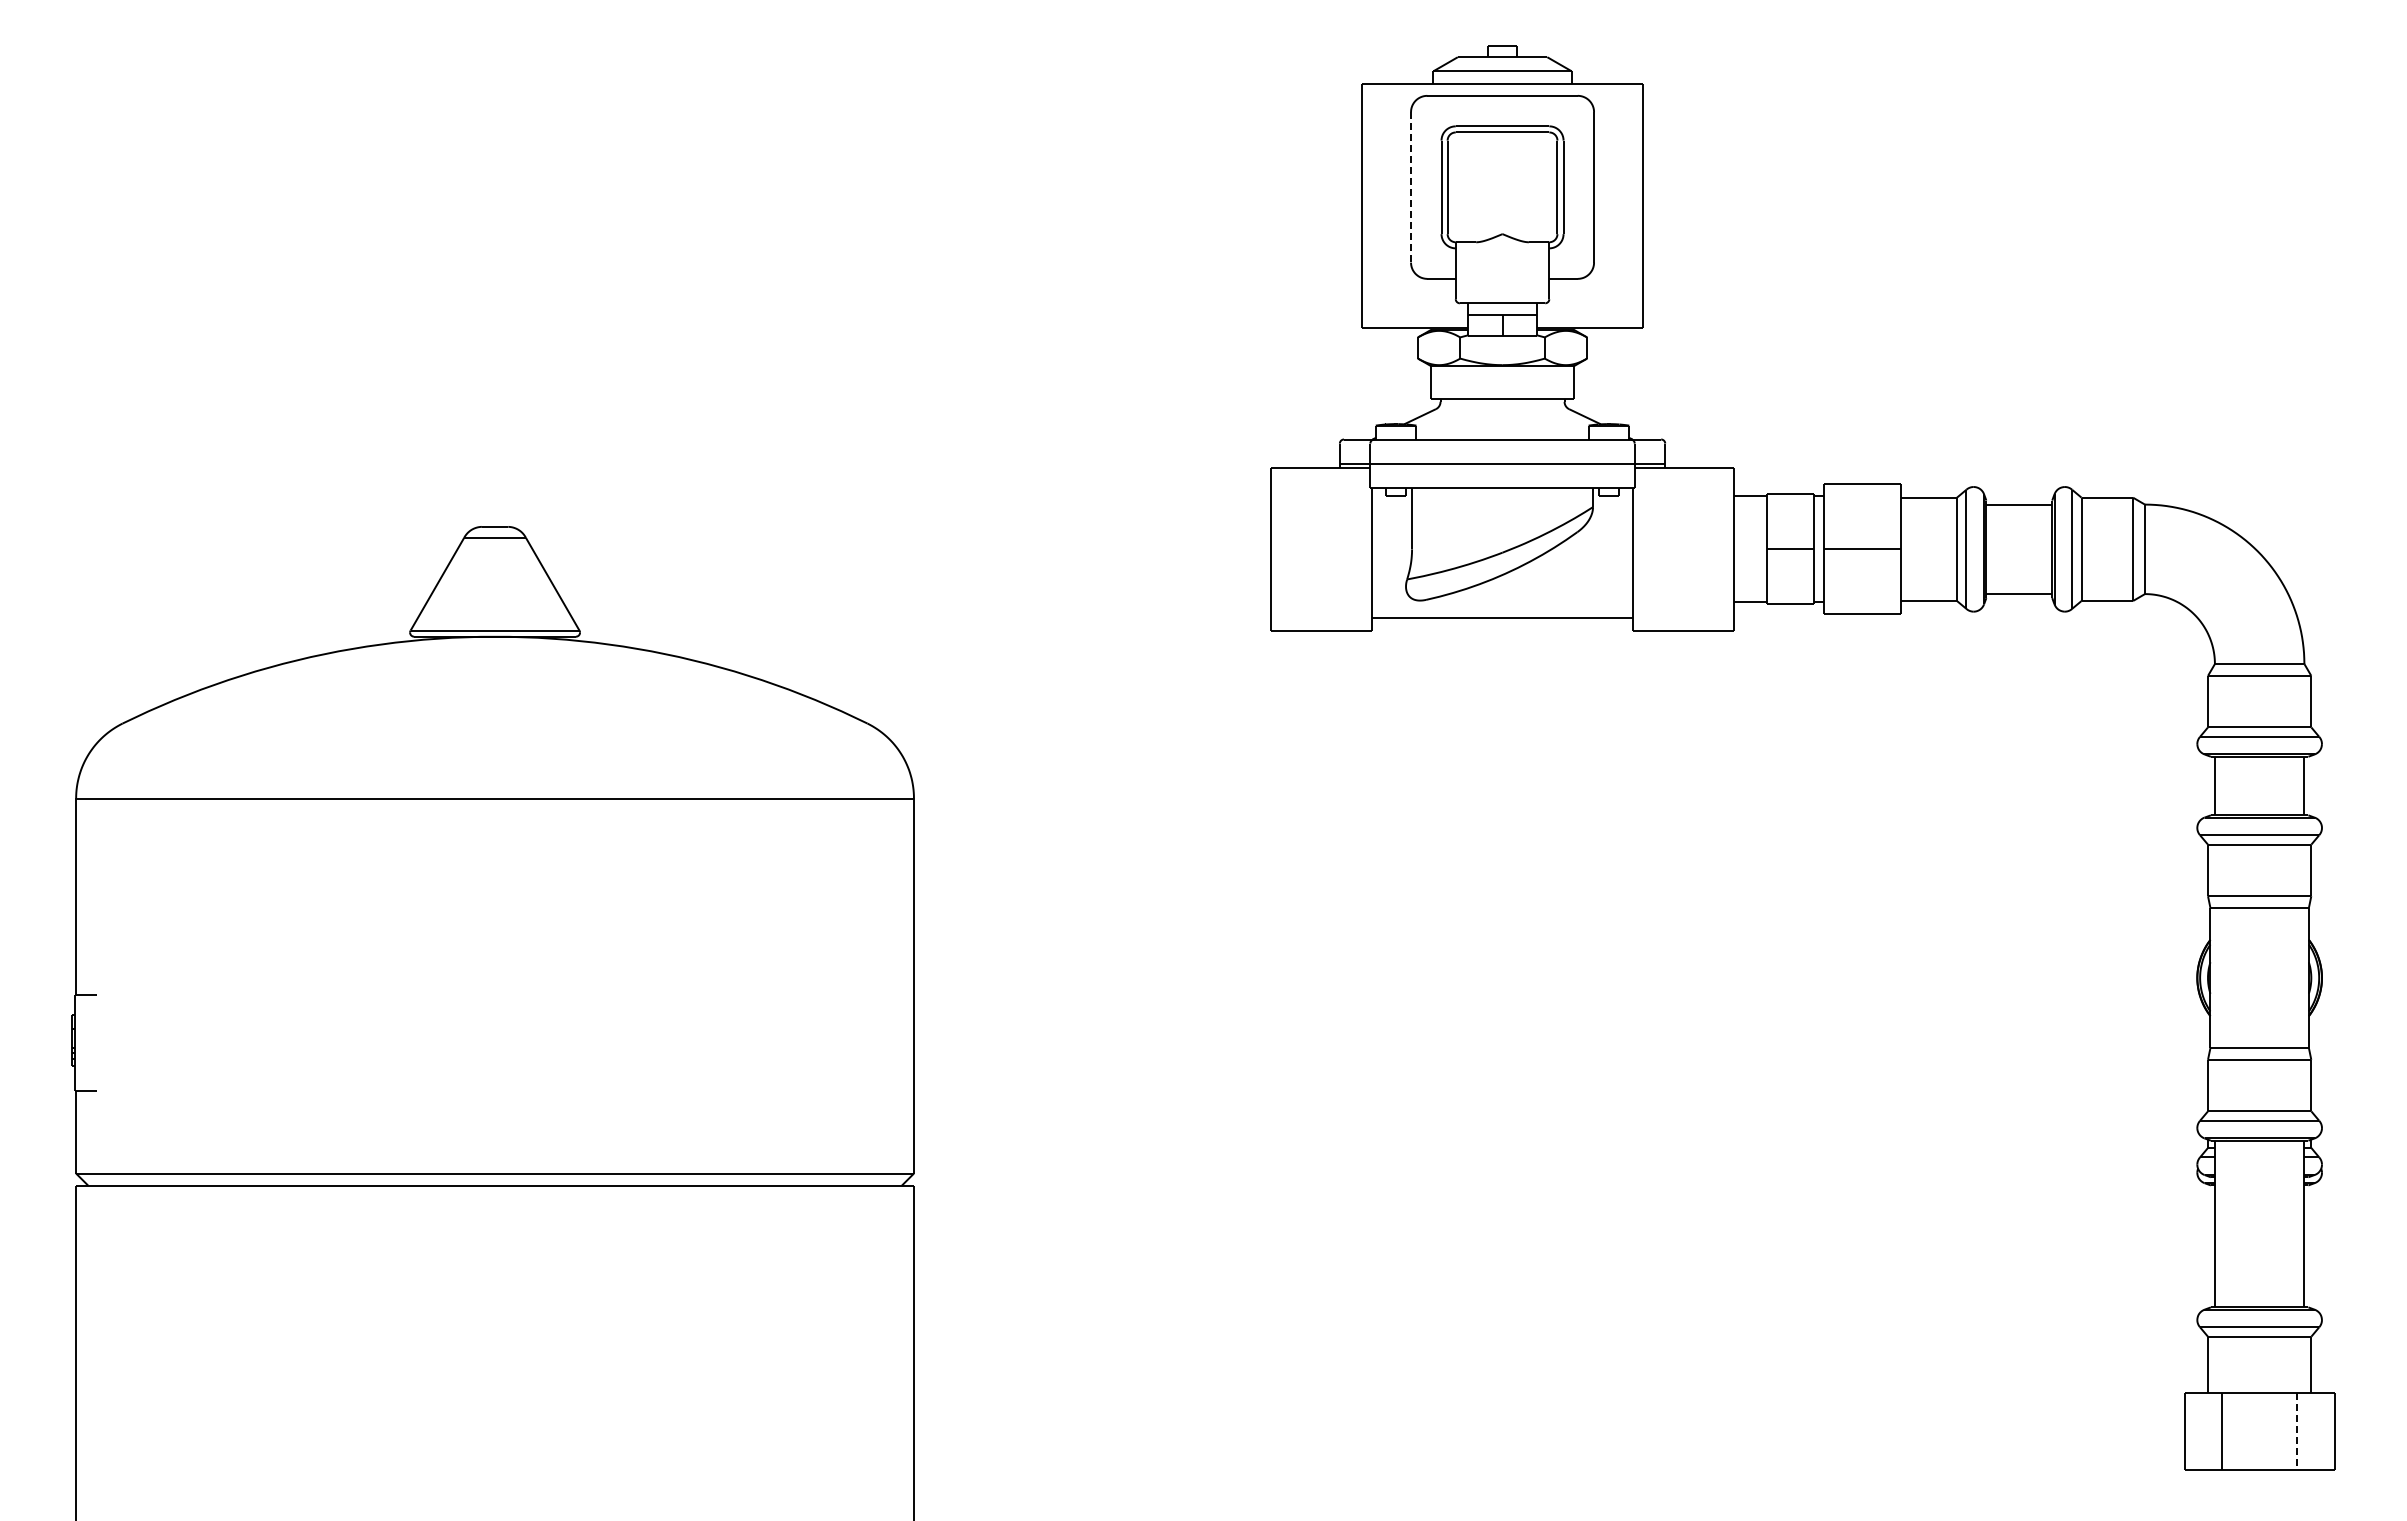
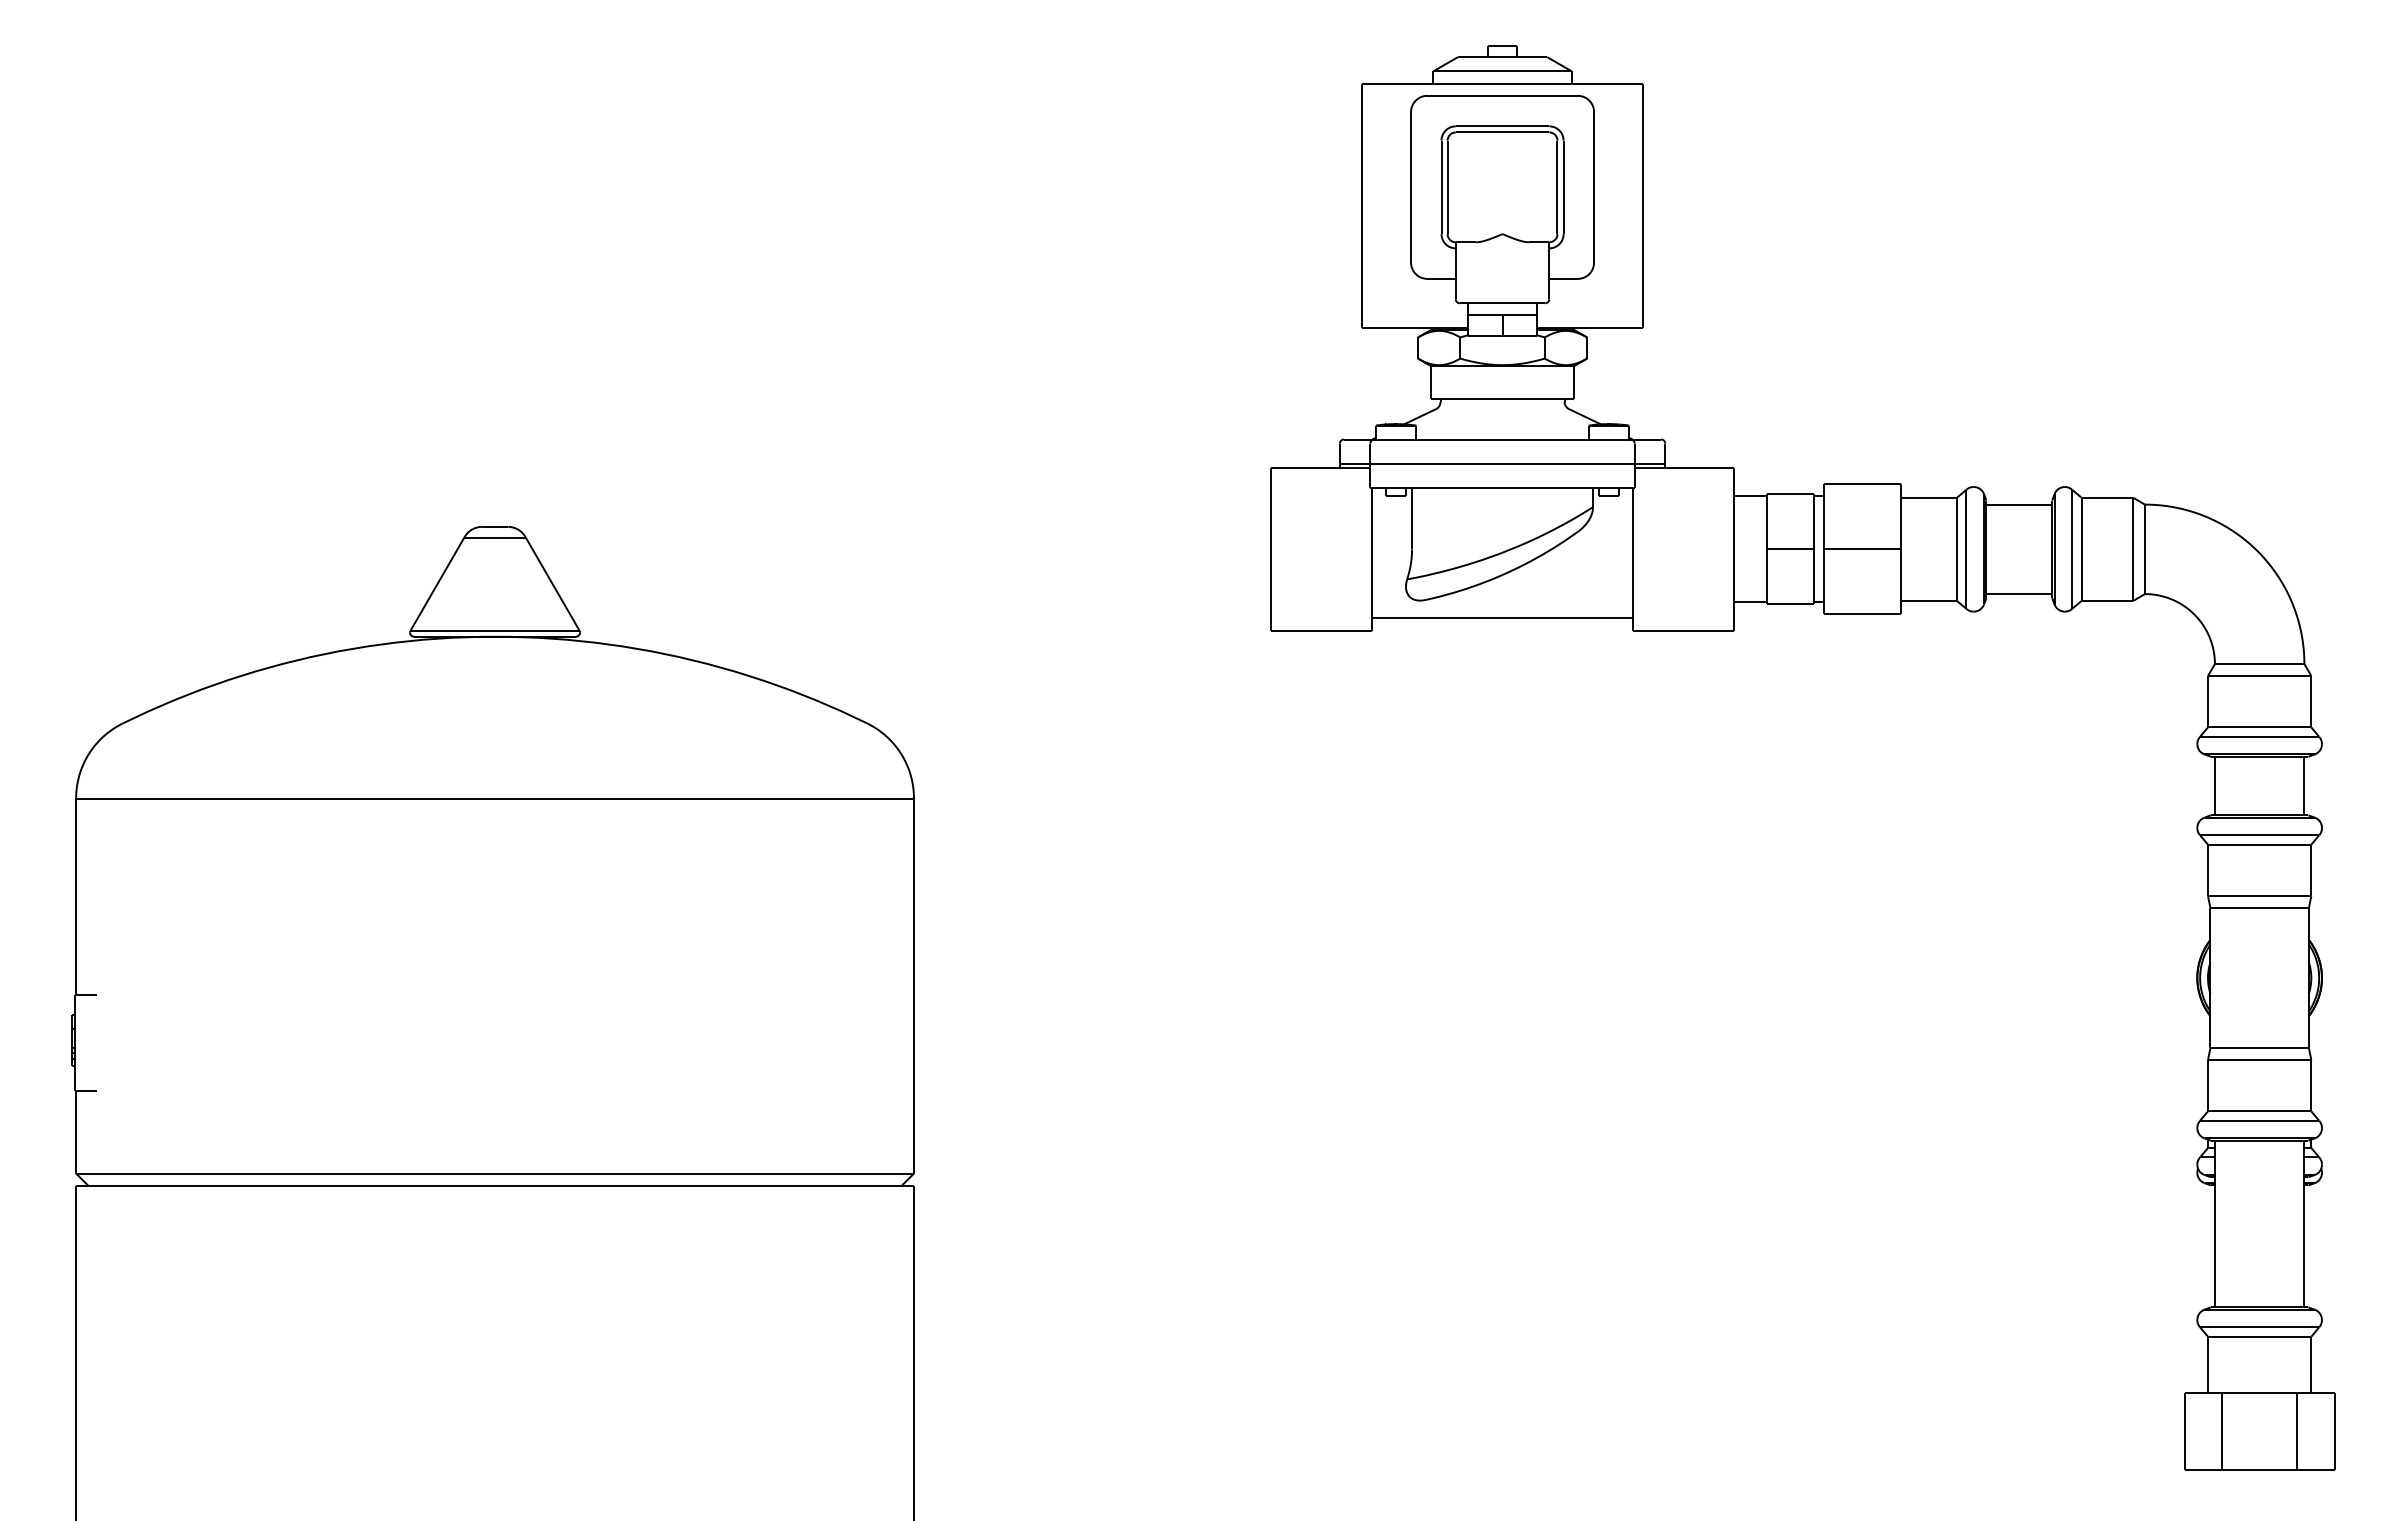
line at (1411, 187): dashed -> solid
line at (2297, 1431): dashed -> solid
